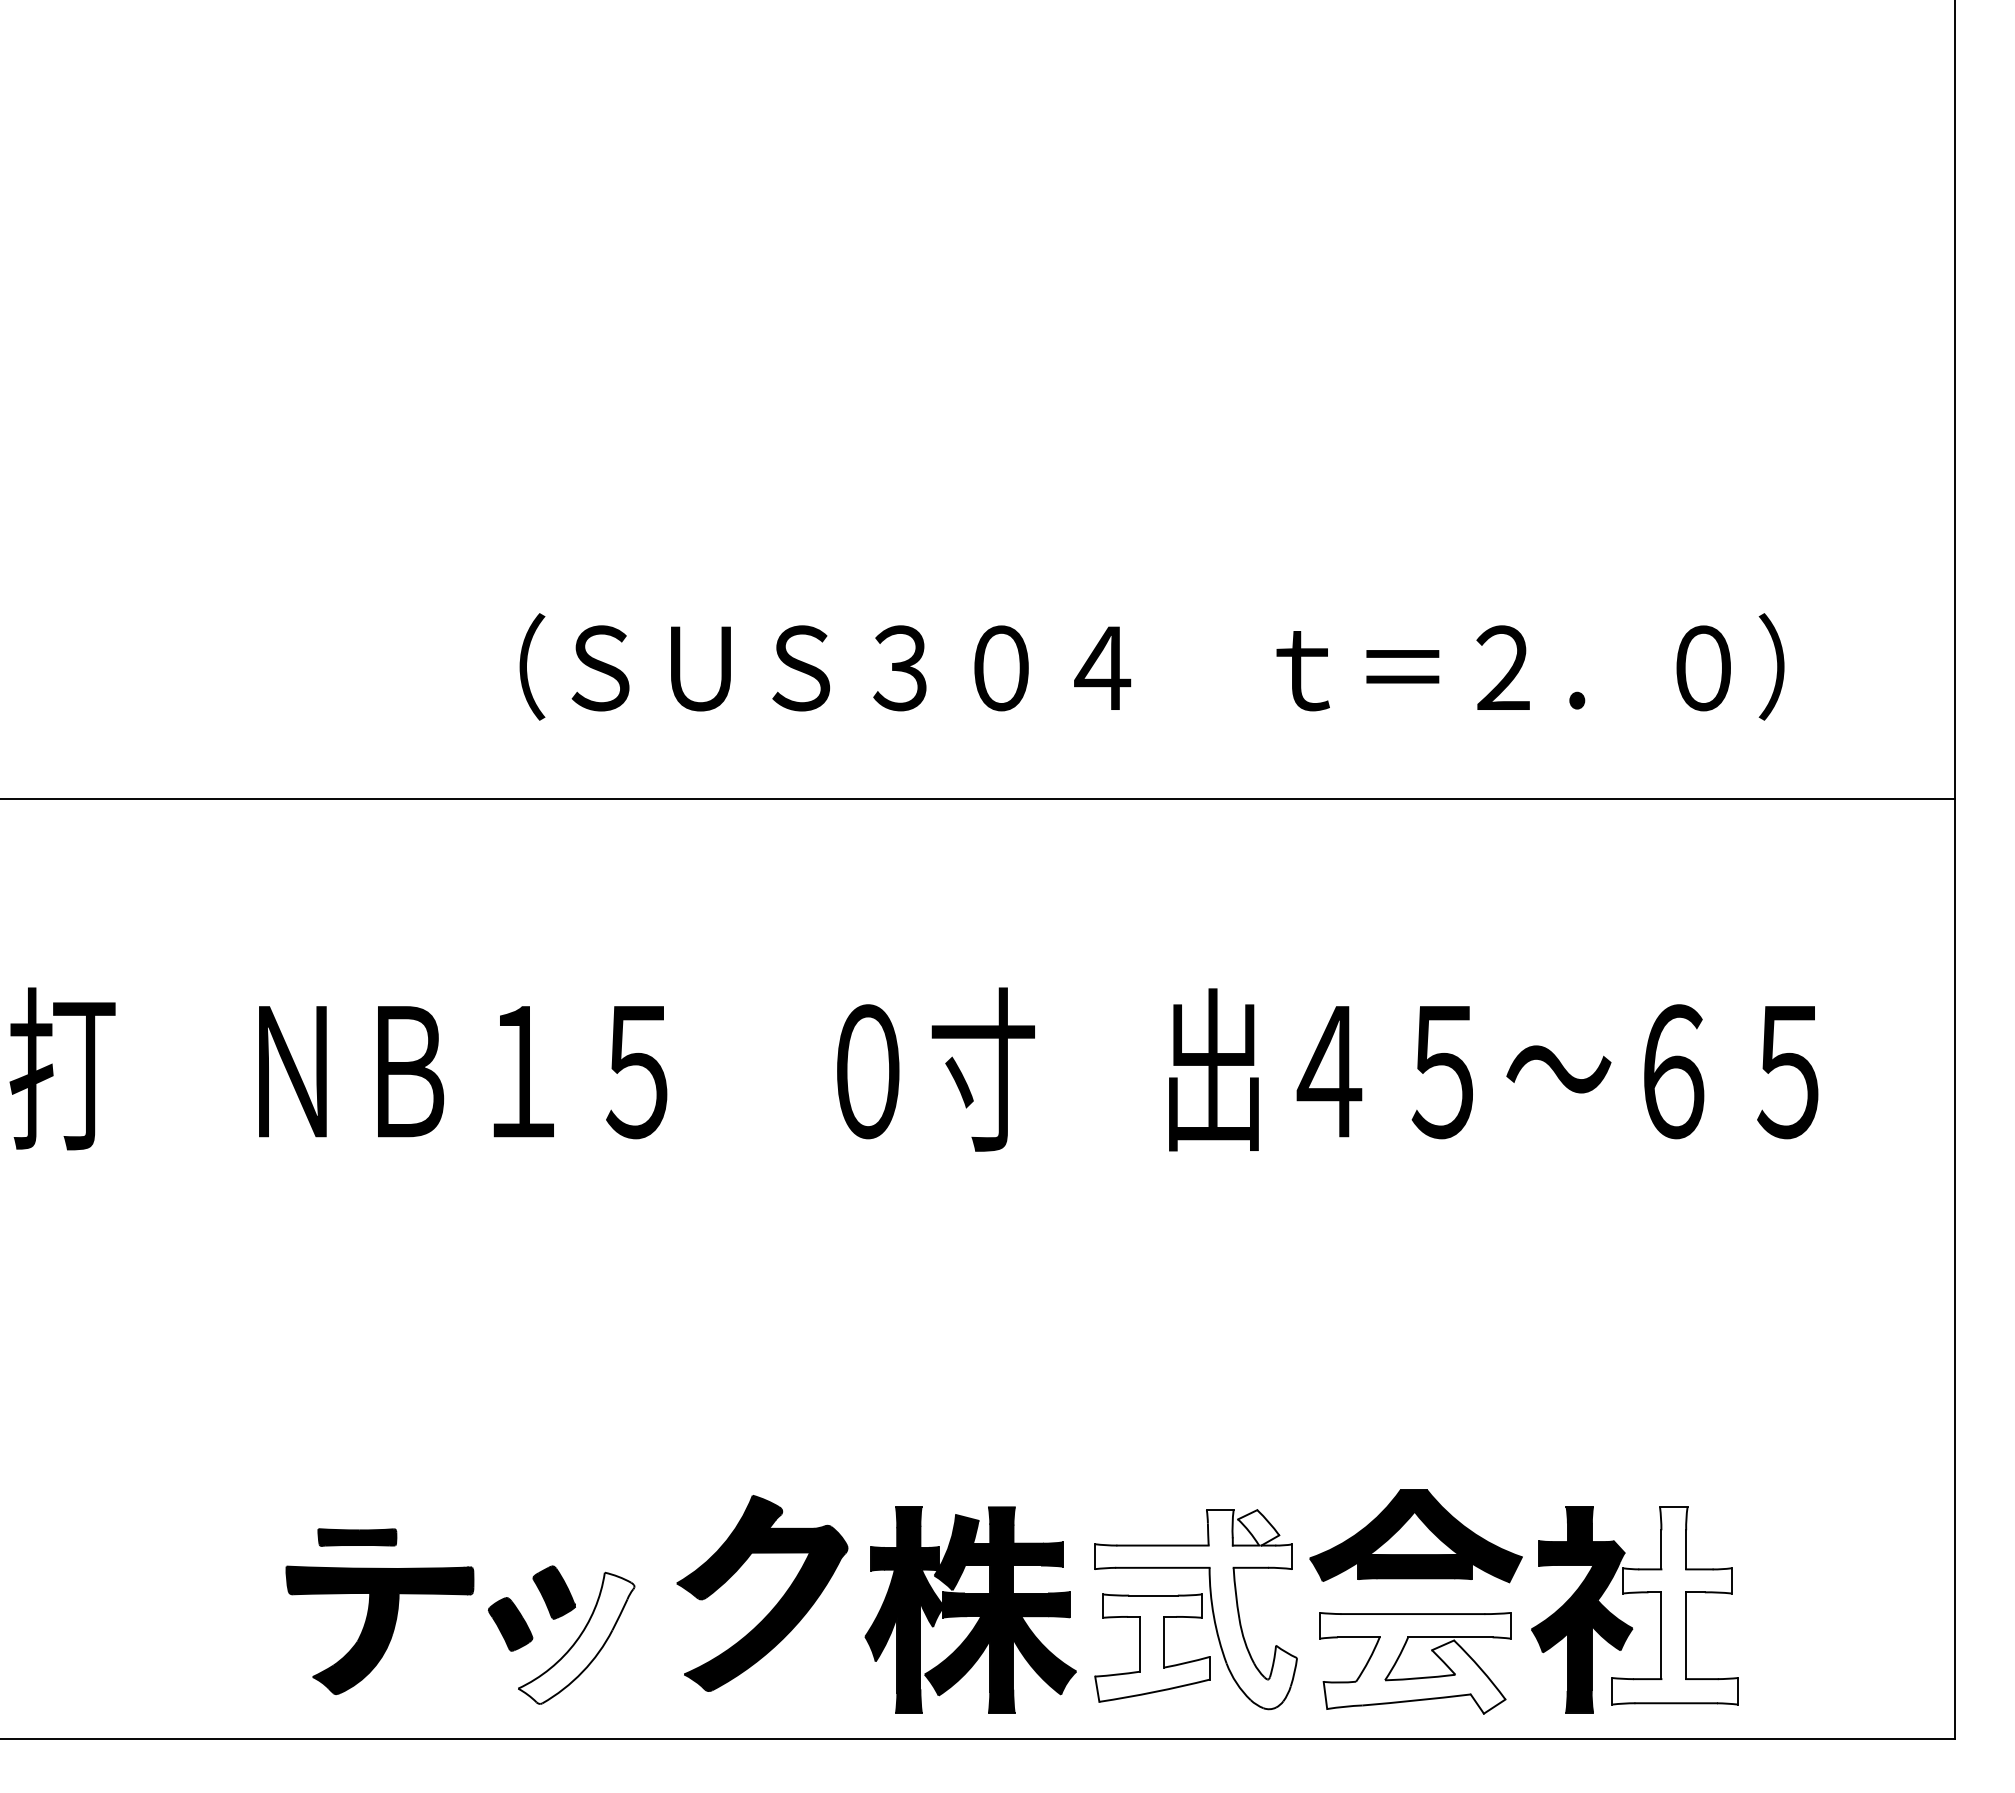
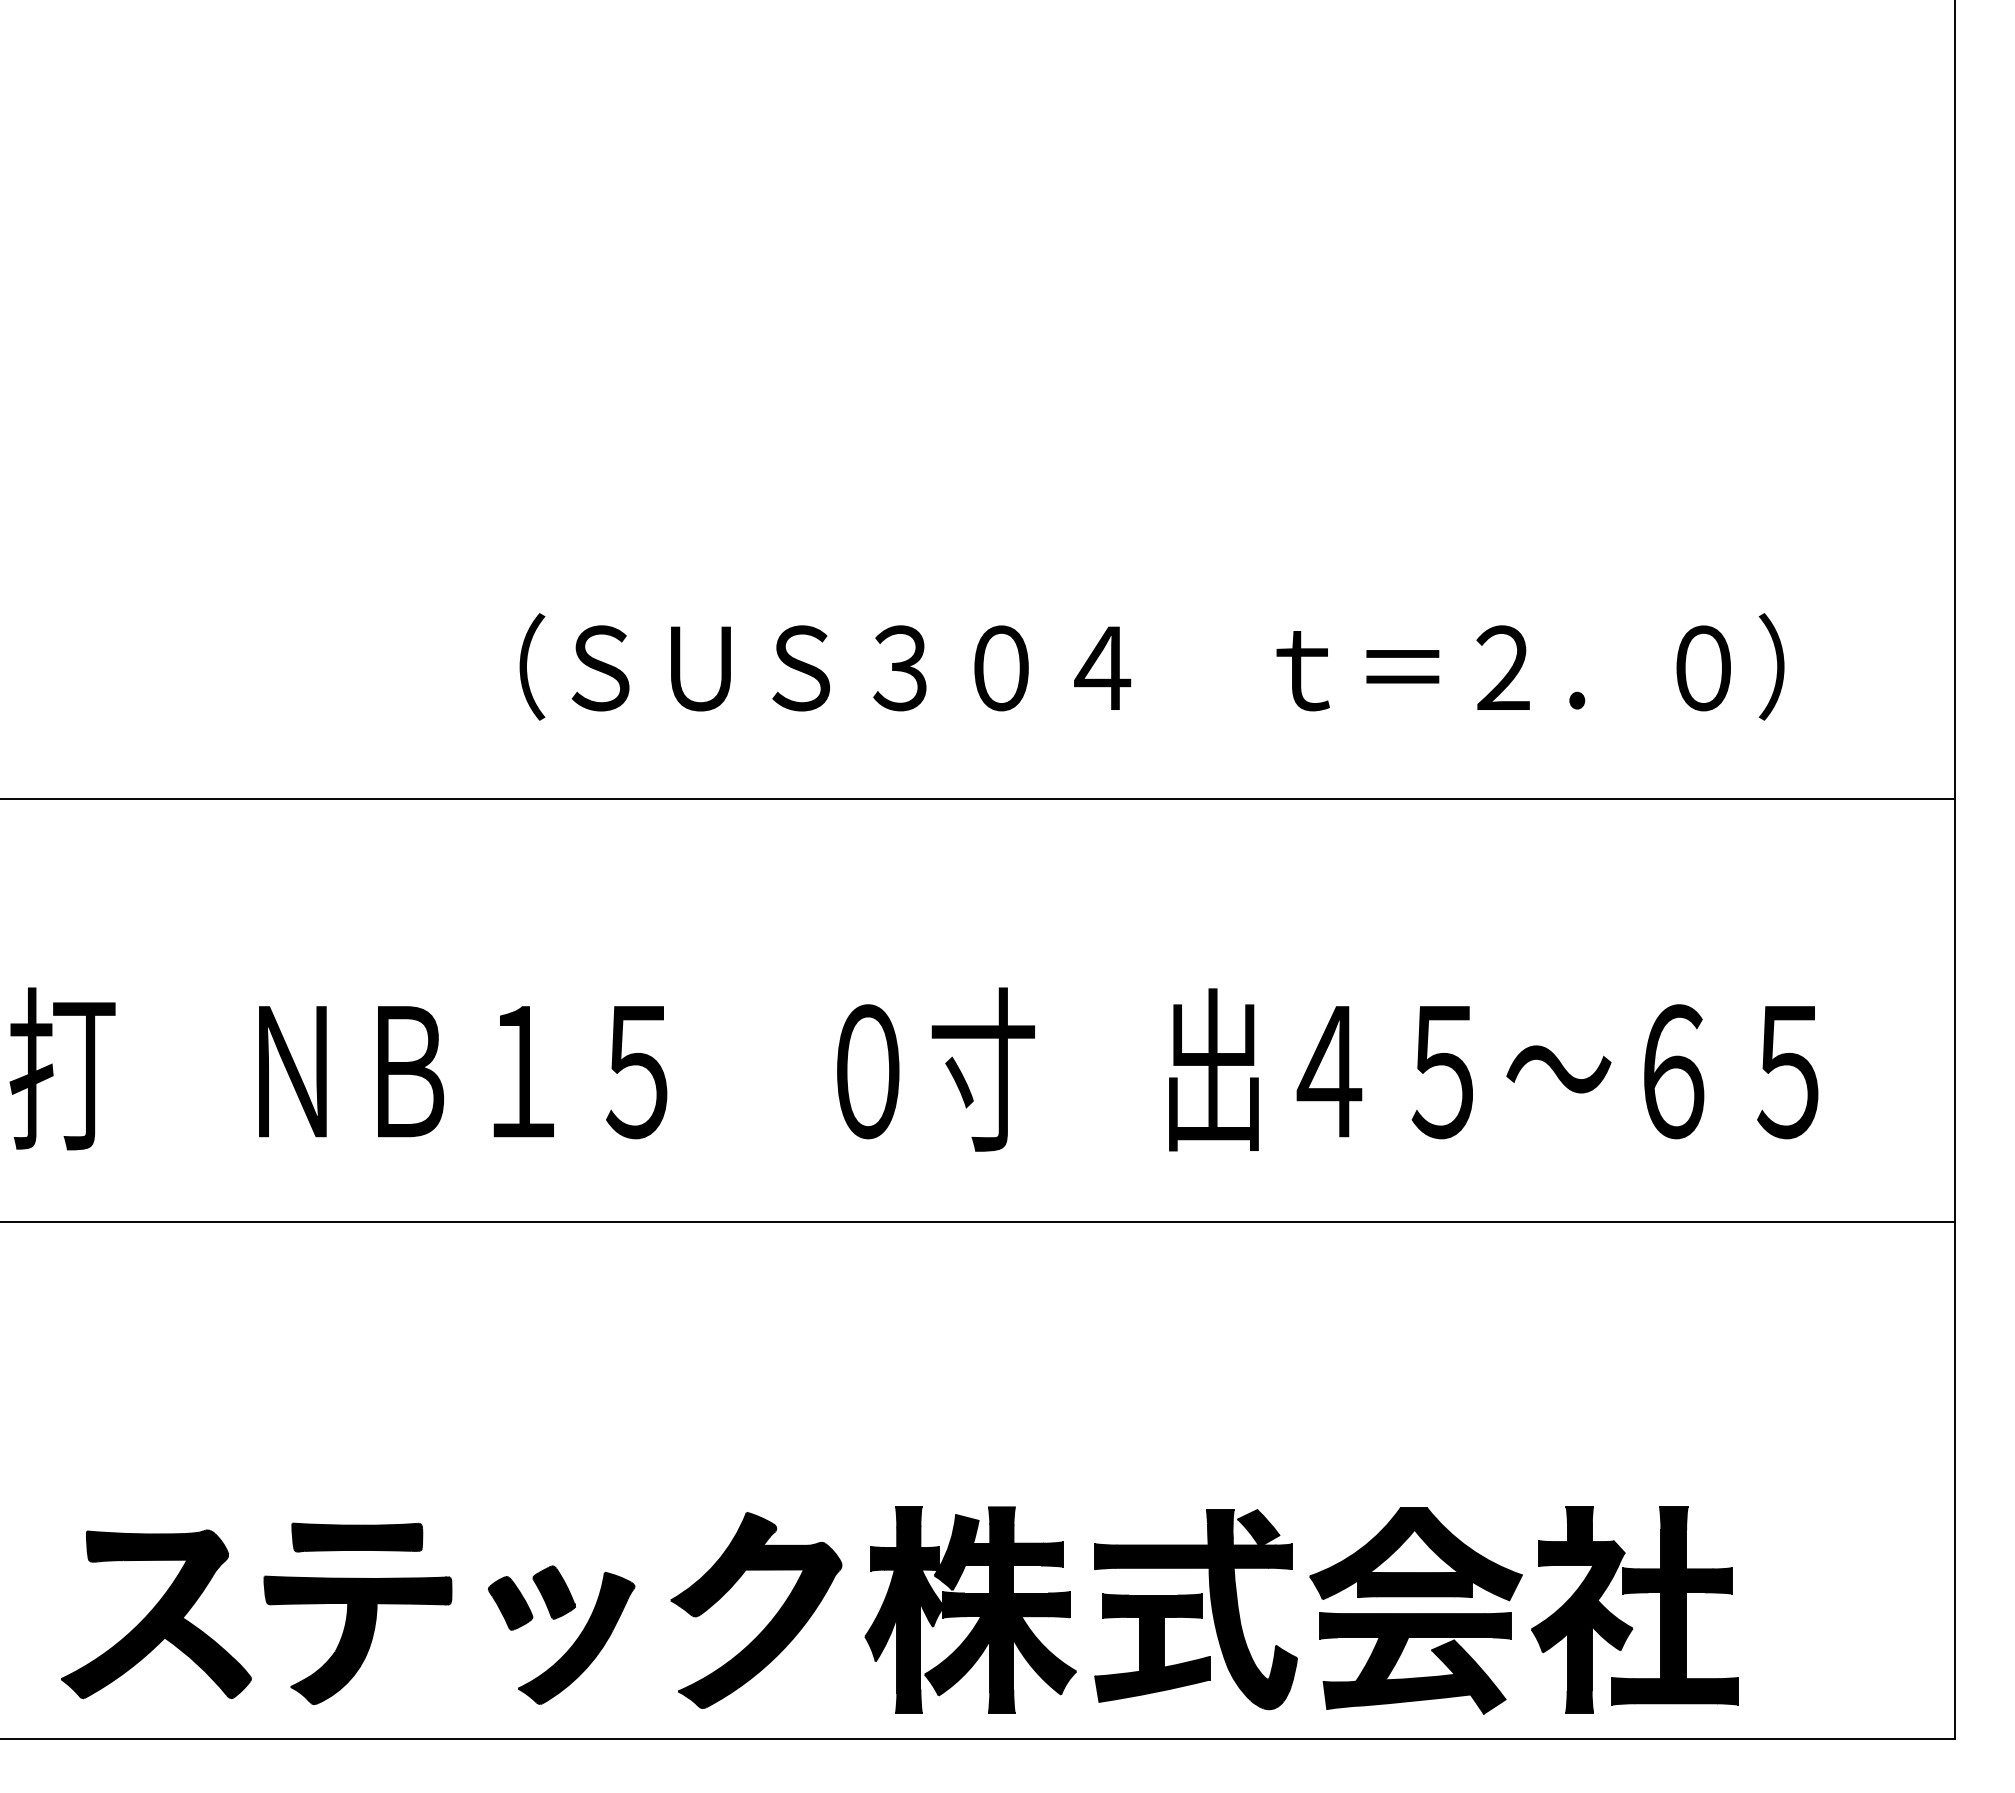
line at (978, 1221): none -> present
part at (1415, 1536) position: (1415, 1536) -> (1415, 1554)
part at (357, 1537) size: 81x19 px -> 133x31 px
part at (777, 1602) position: (777, 1602) -> (771, 1619)
fill at (1674, 1605): none -> present
fill at (1195, 1609): none -> present
part at (156, 1614): none -> present
part at (510, 1624) position: (510, 1624) -> (510, 1603)
part at (379, 1629) position: (379, 1629) -> (357, 1639)
fill at (576, 1637): none -> present
fill at (1152, 1647): none -> present
fill at (1415, 1662): none -> present
